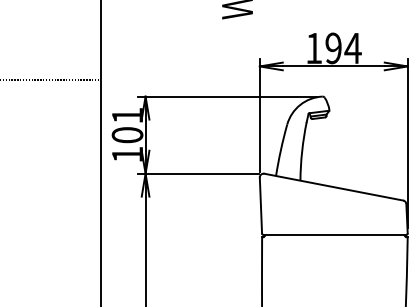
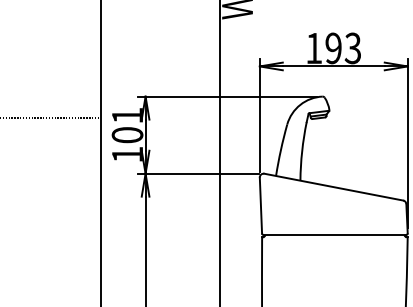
text at (352, 48): 194 -> 193
line at (51, 79) position: (51, 79) -> (51, 117)
line at (219, 152): none -> present
